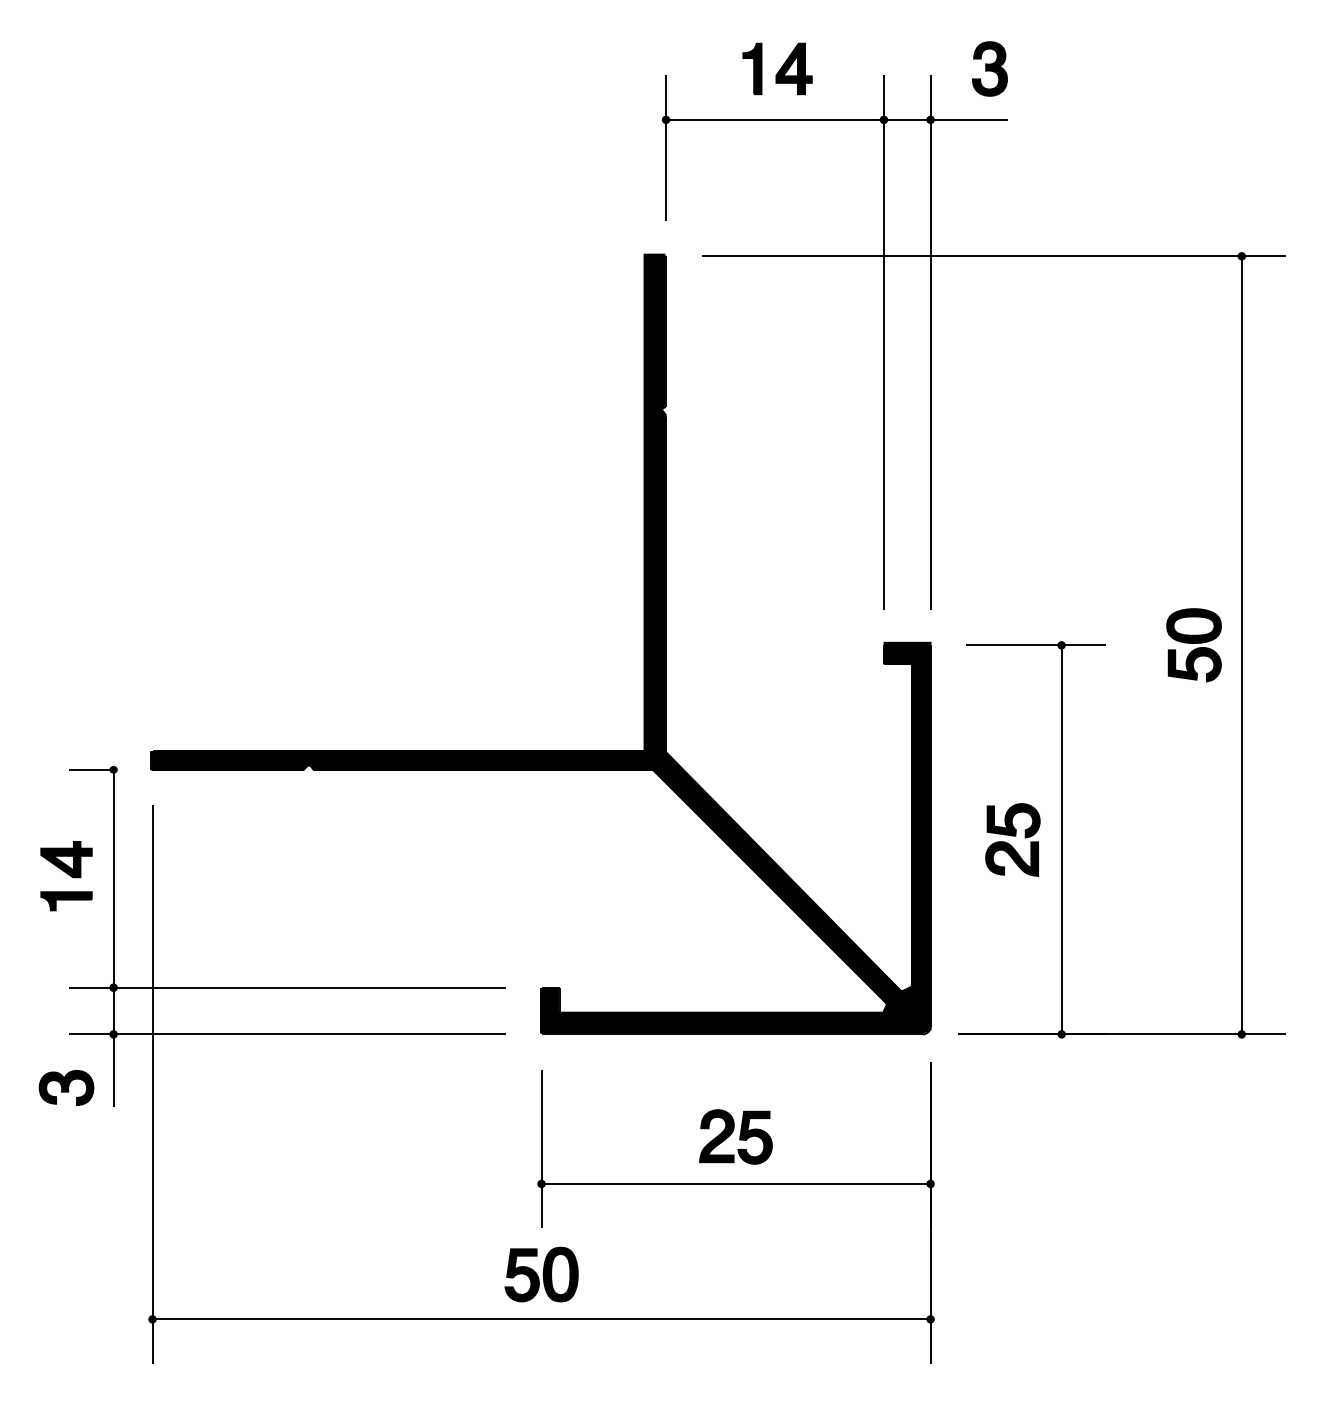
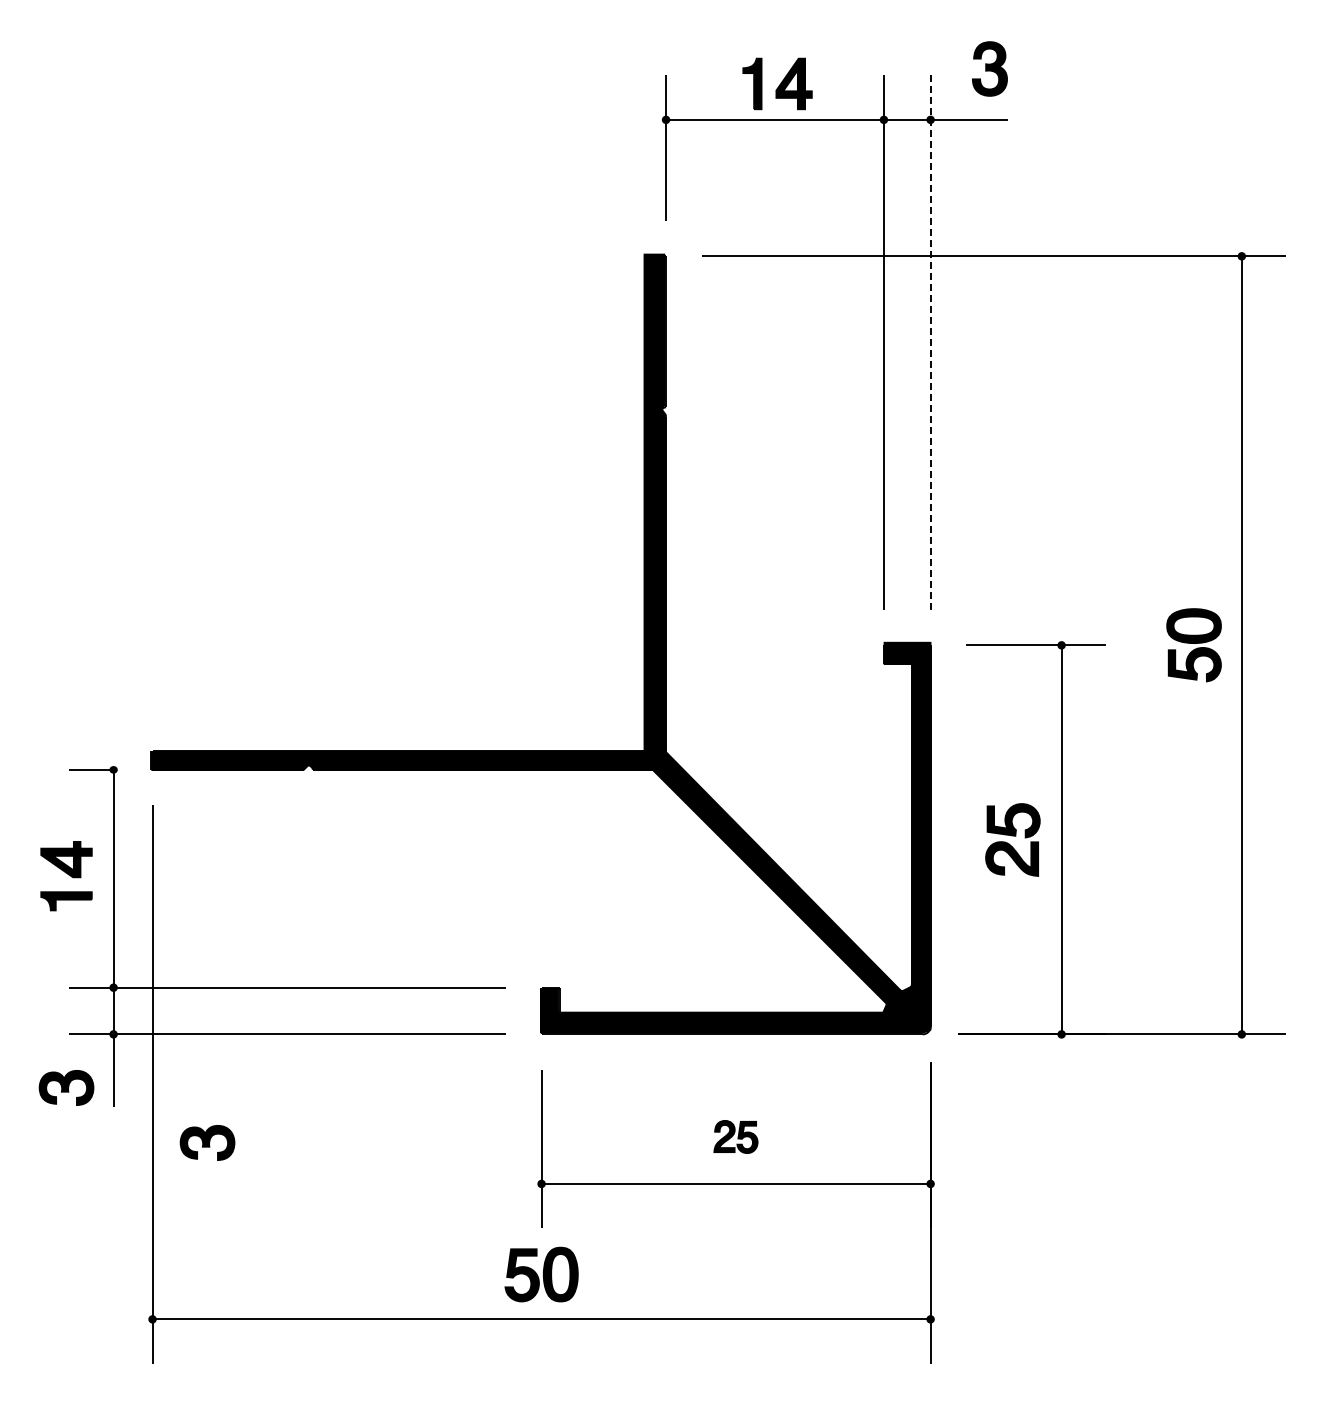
part at (777, 68) position: (777, 68) -> (777, 83)
line at (930, 342): solid -> dashed
part at (735, 1136) size: 74x56 px -> 46x34 px
part at (207, 1142): none -> present
